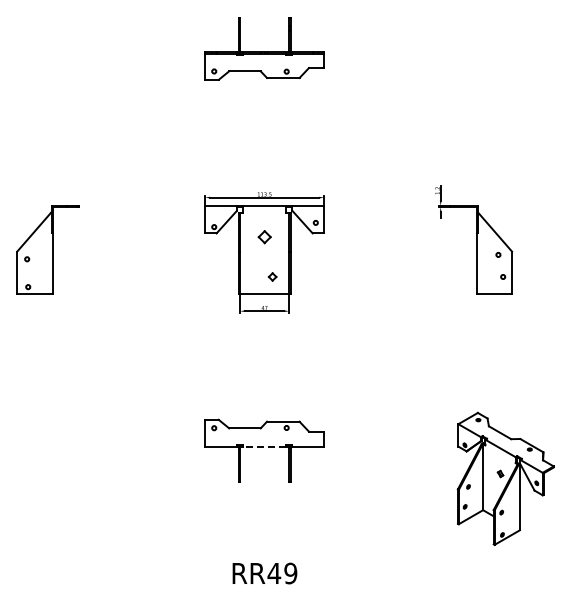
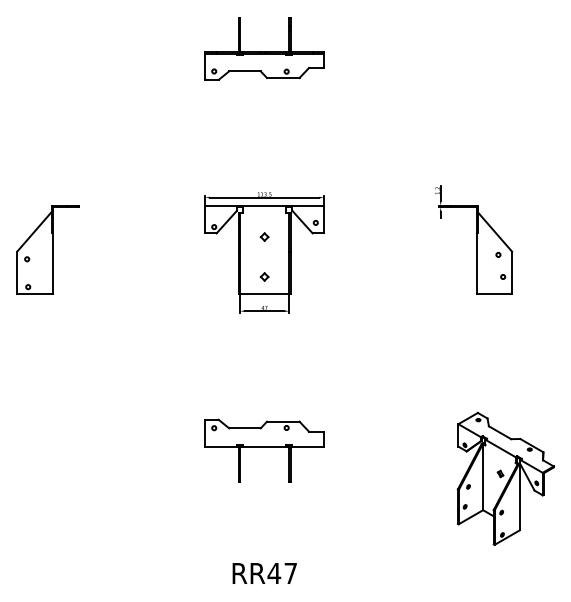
part at (264, 237) size: 15x15 px -> 11x10 px
part at (272, 276) position: (272, 276) -> (264, 276)
line at (264, 447): dashed -> solid
text at (290, 573): RR49 -> RR47
